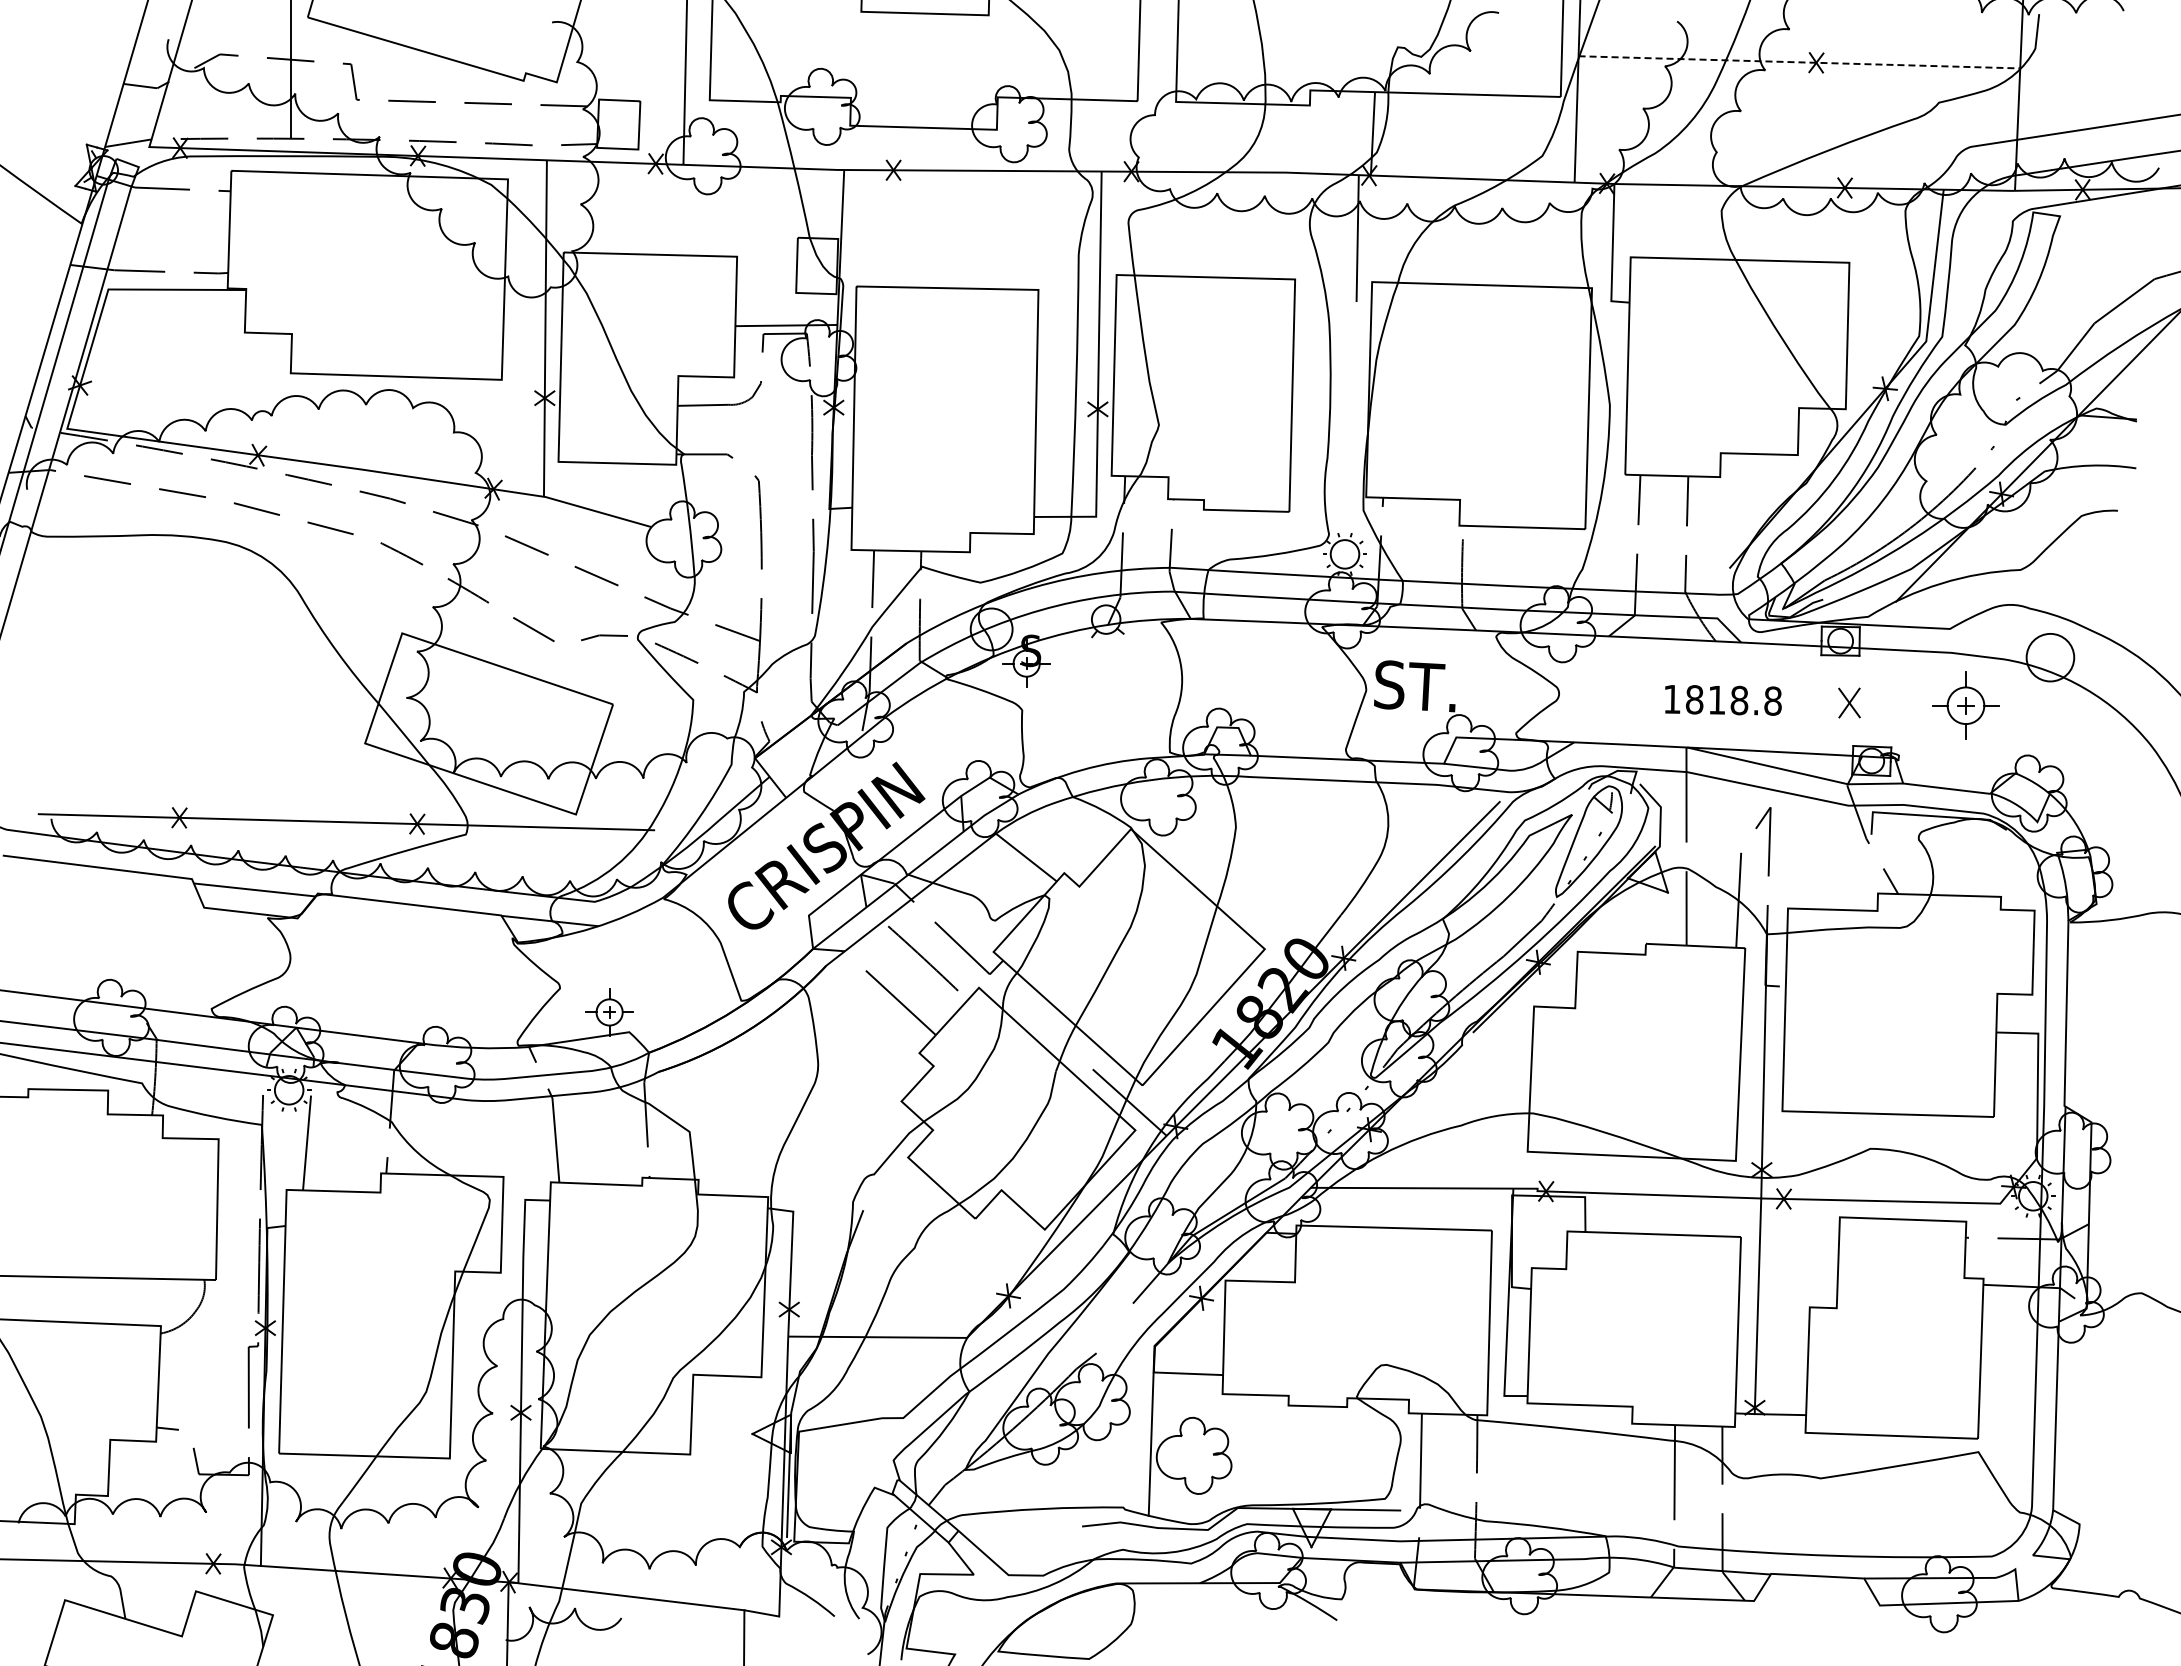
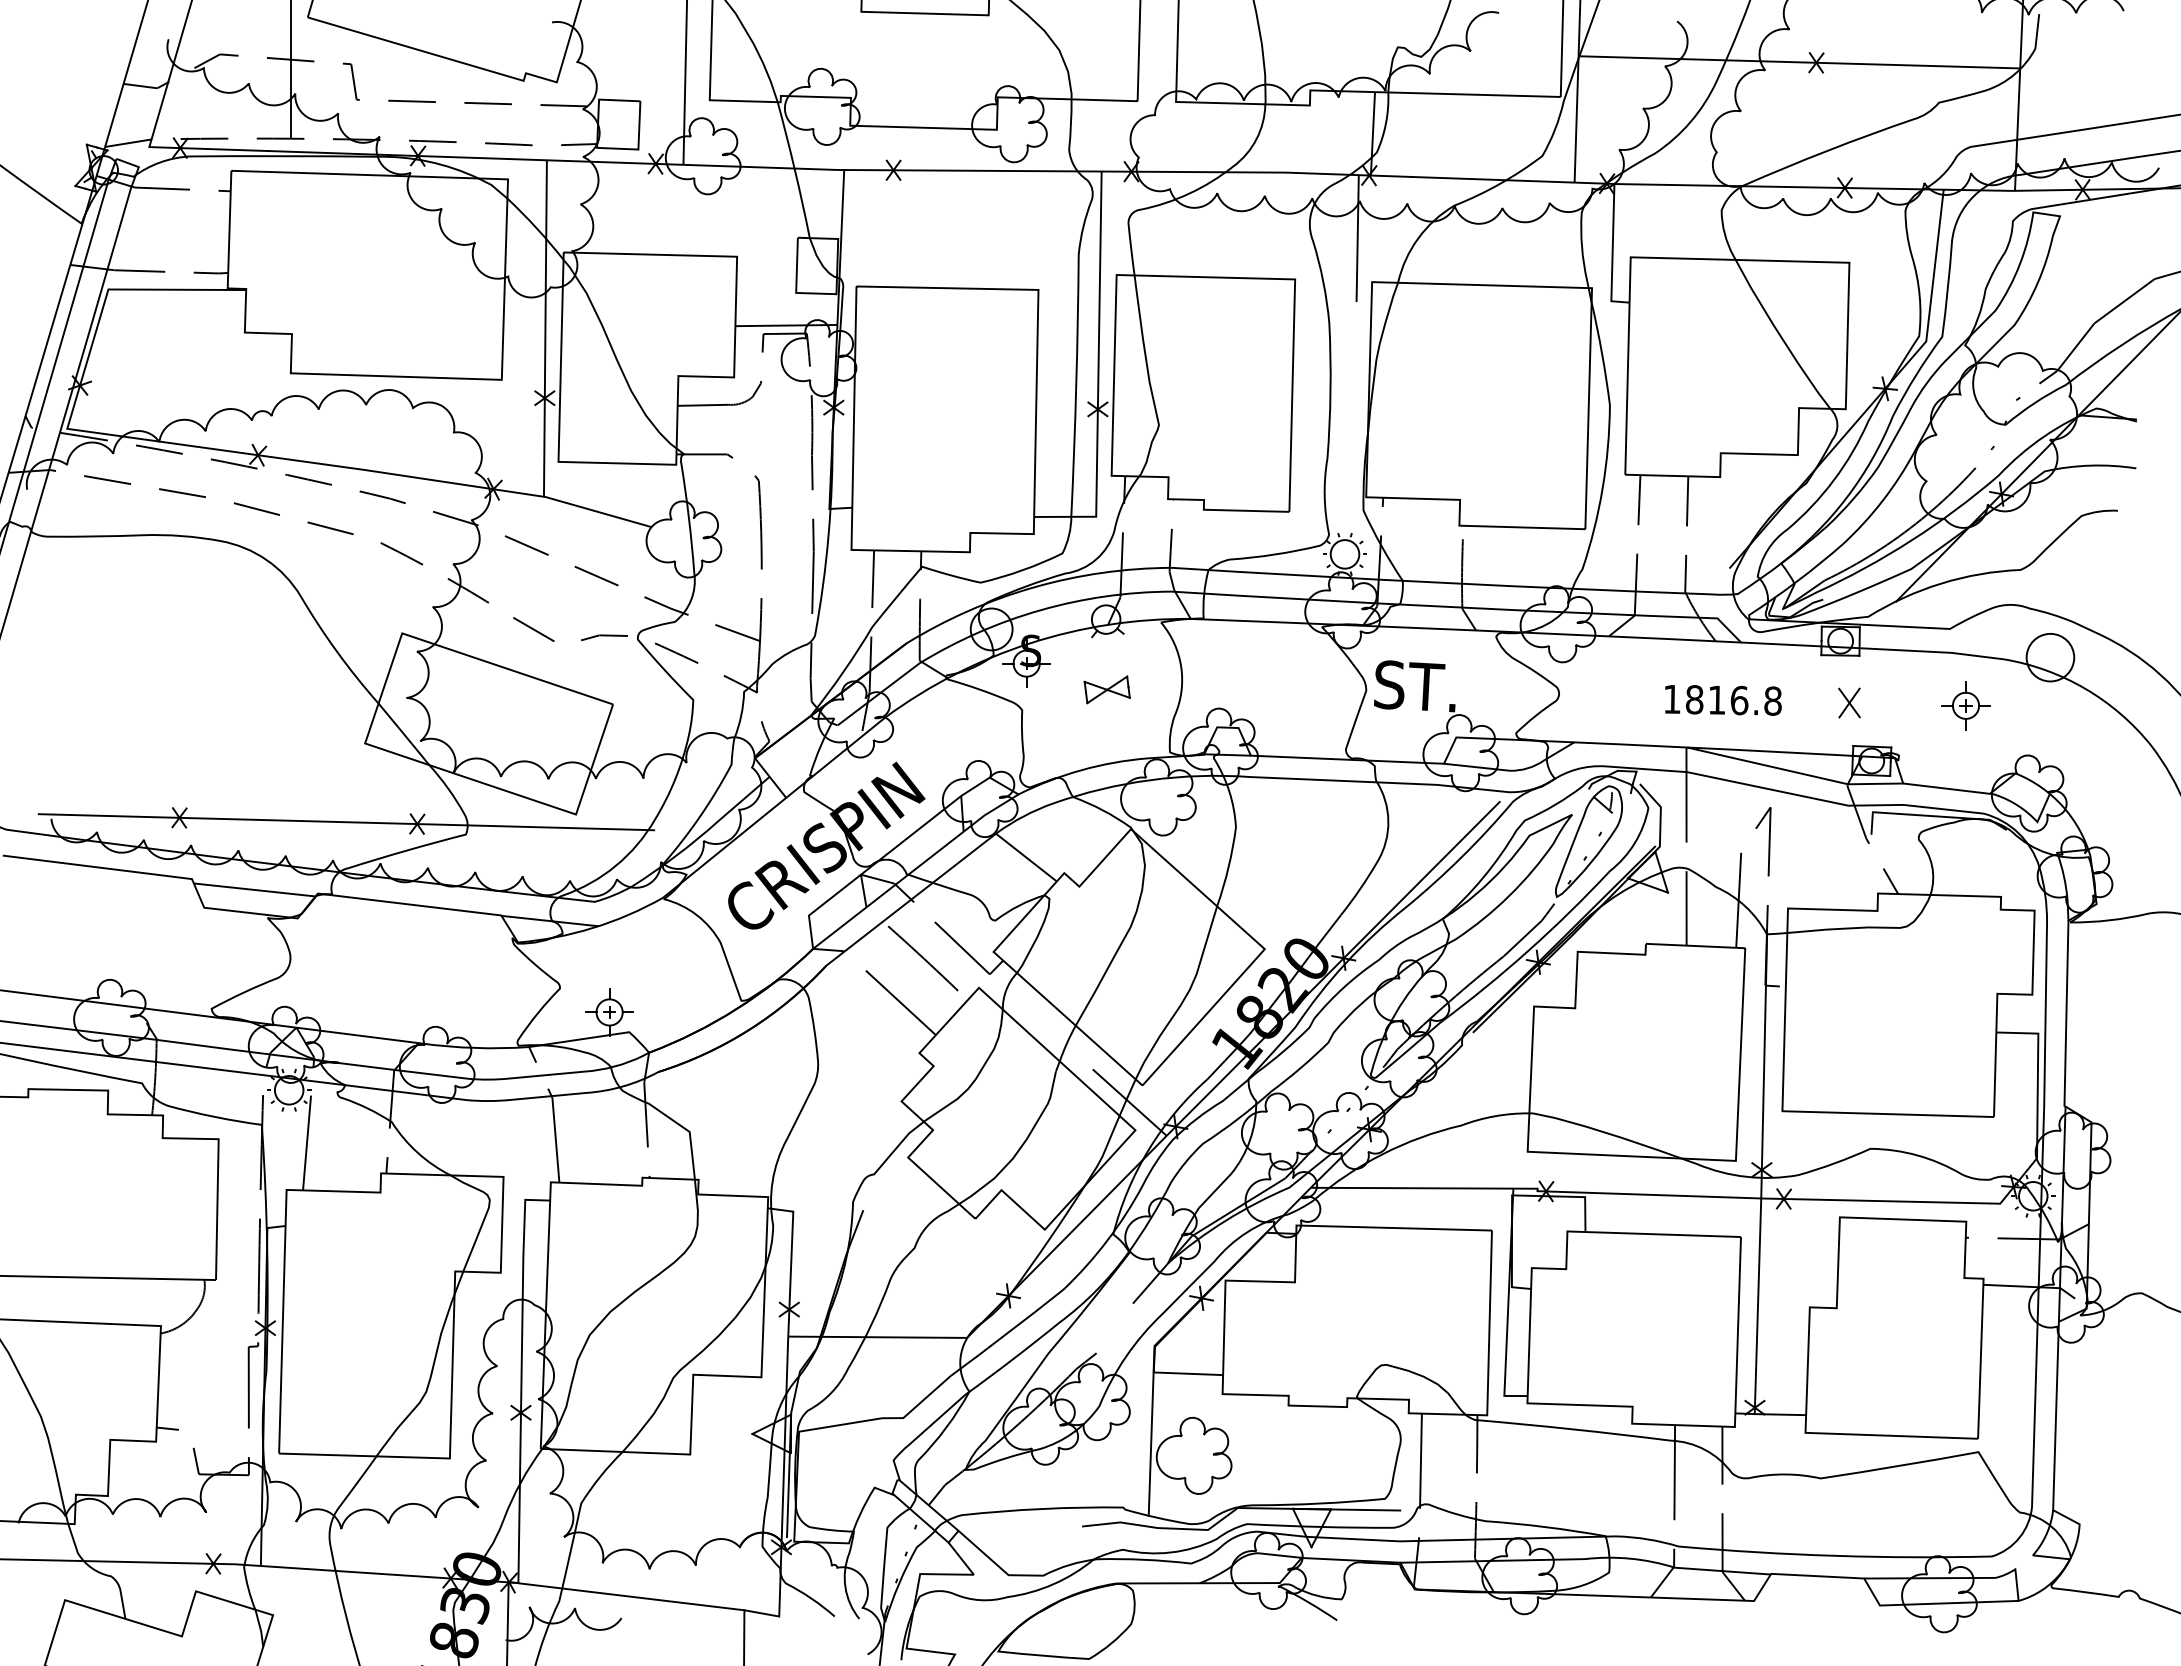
line at (1799, 62): dashed -> solid
part at (1106, 689): none -> present
text at (1739, 700): 1818.8 -> 1816.8
part at (1965, 705) size: 68x69 px -> 50x50 px
